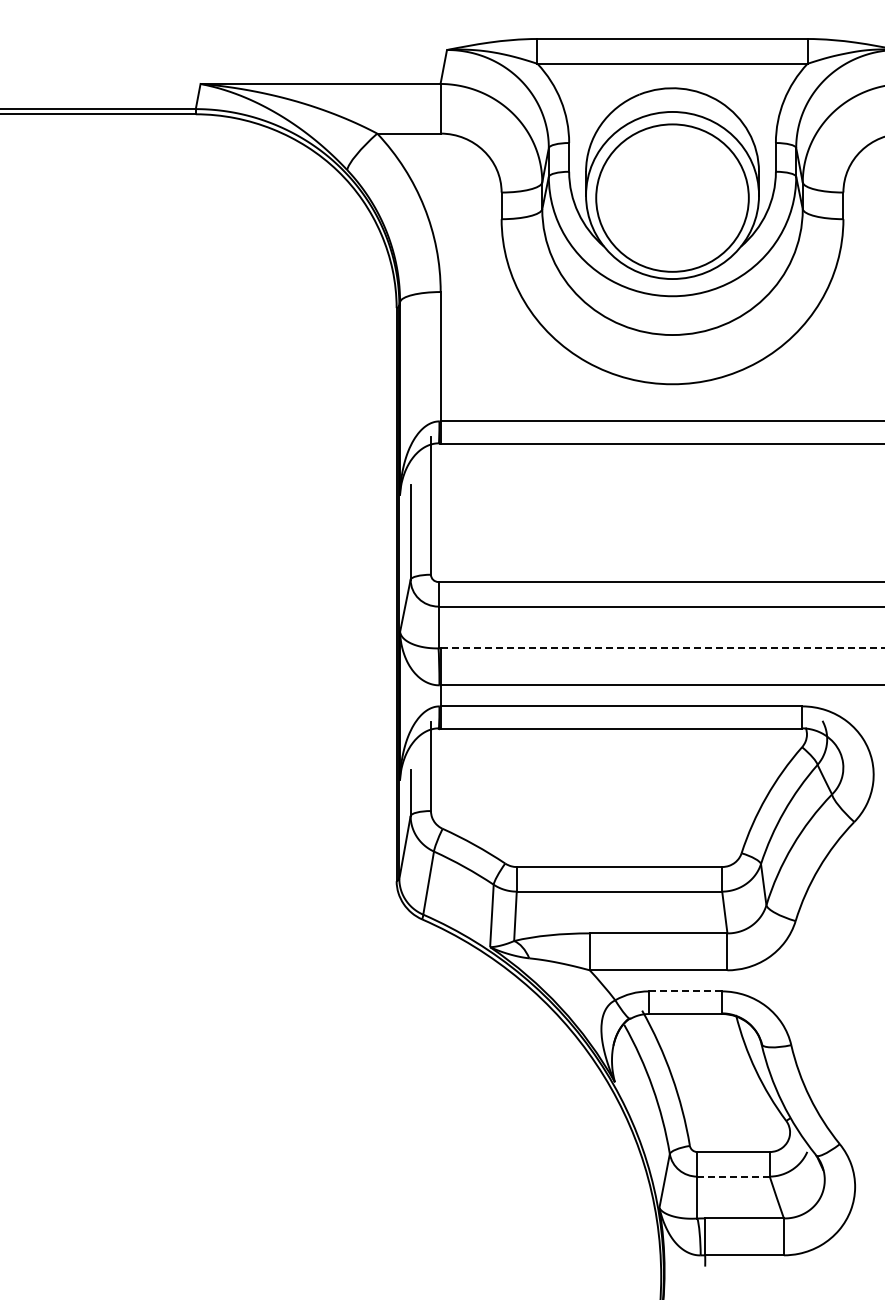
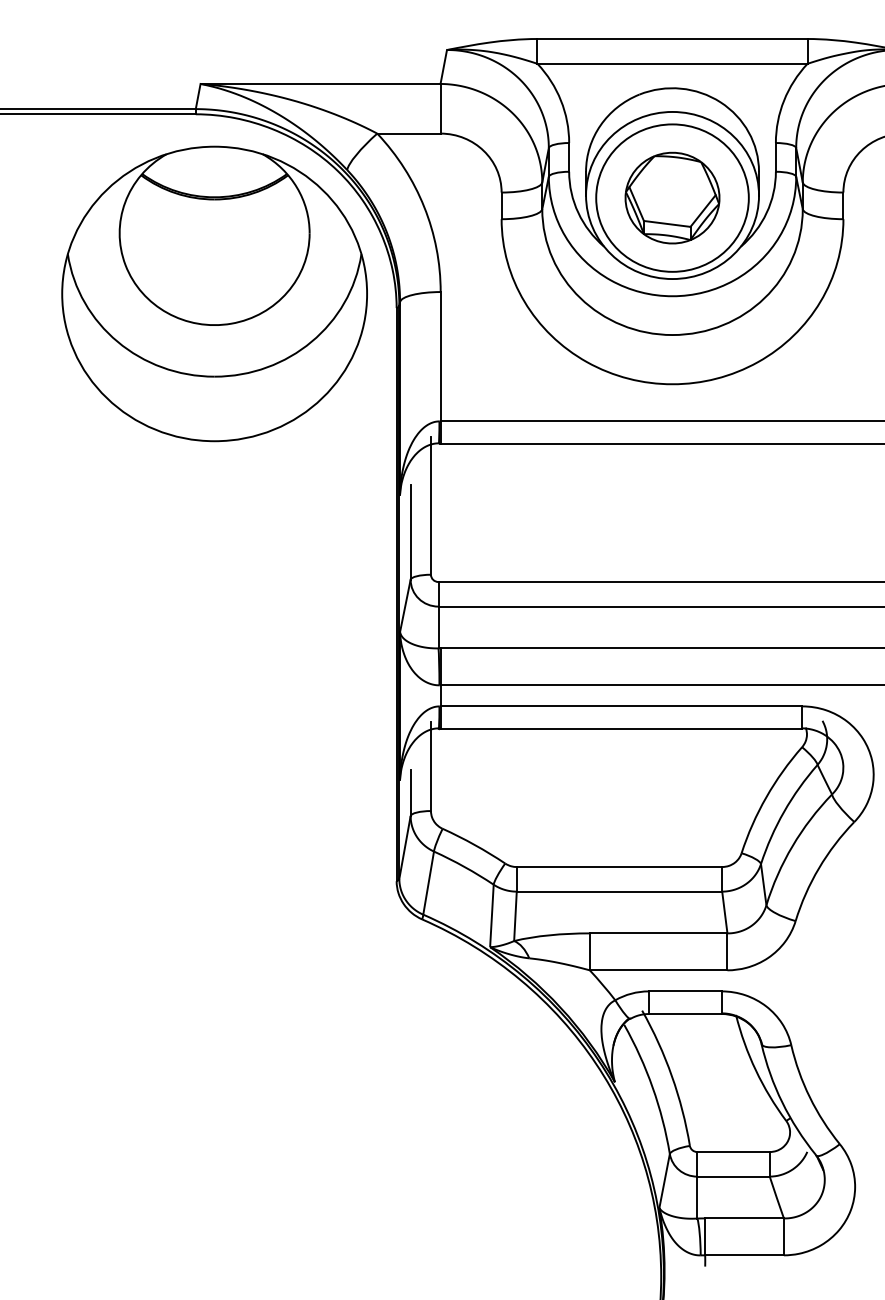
part at (672, 197): none -> present
part at (214, 293): none -> present
line at (662, 648): dashed -> solid
line at (685, 991): dashed -> solid
line at (733, 1176): dashed -> solid
